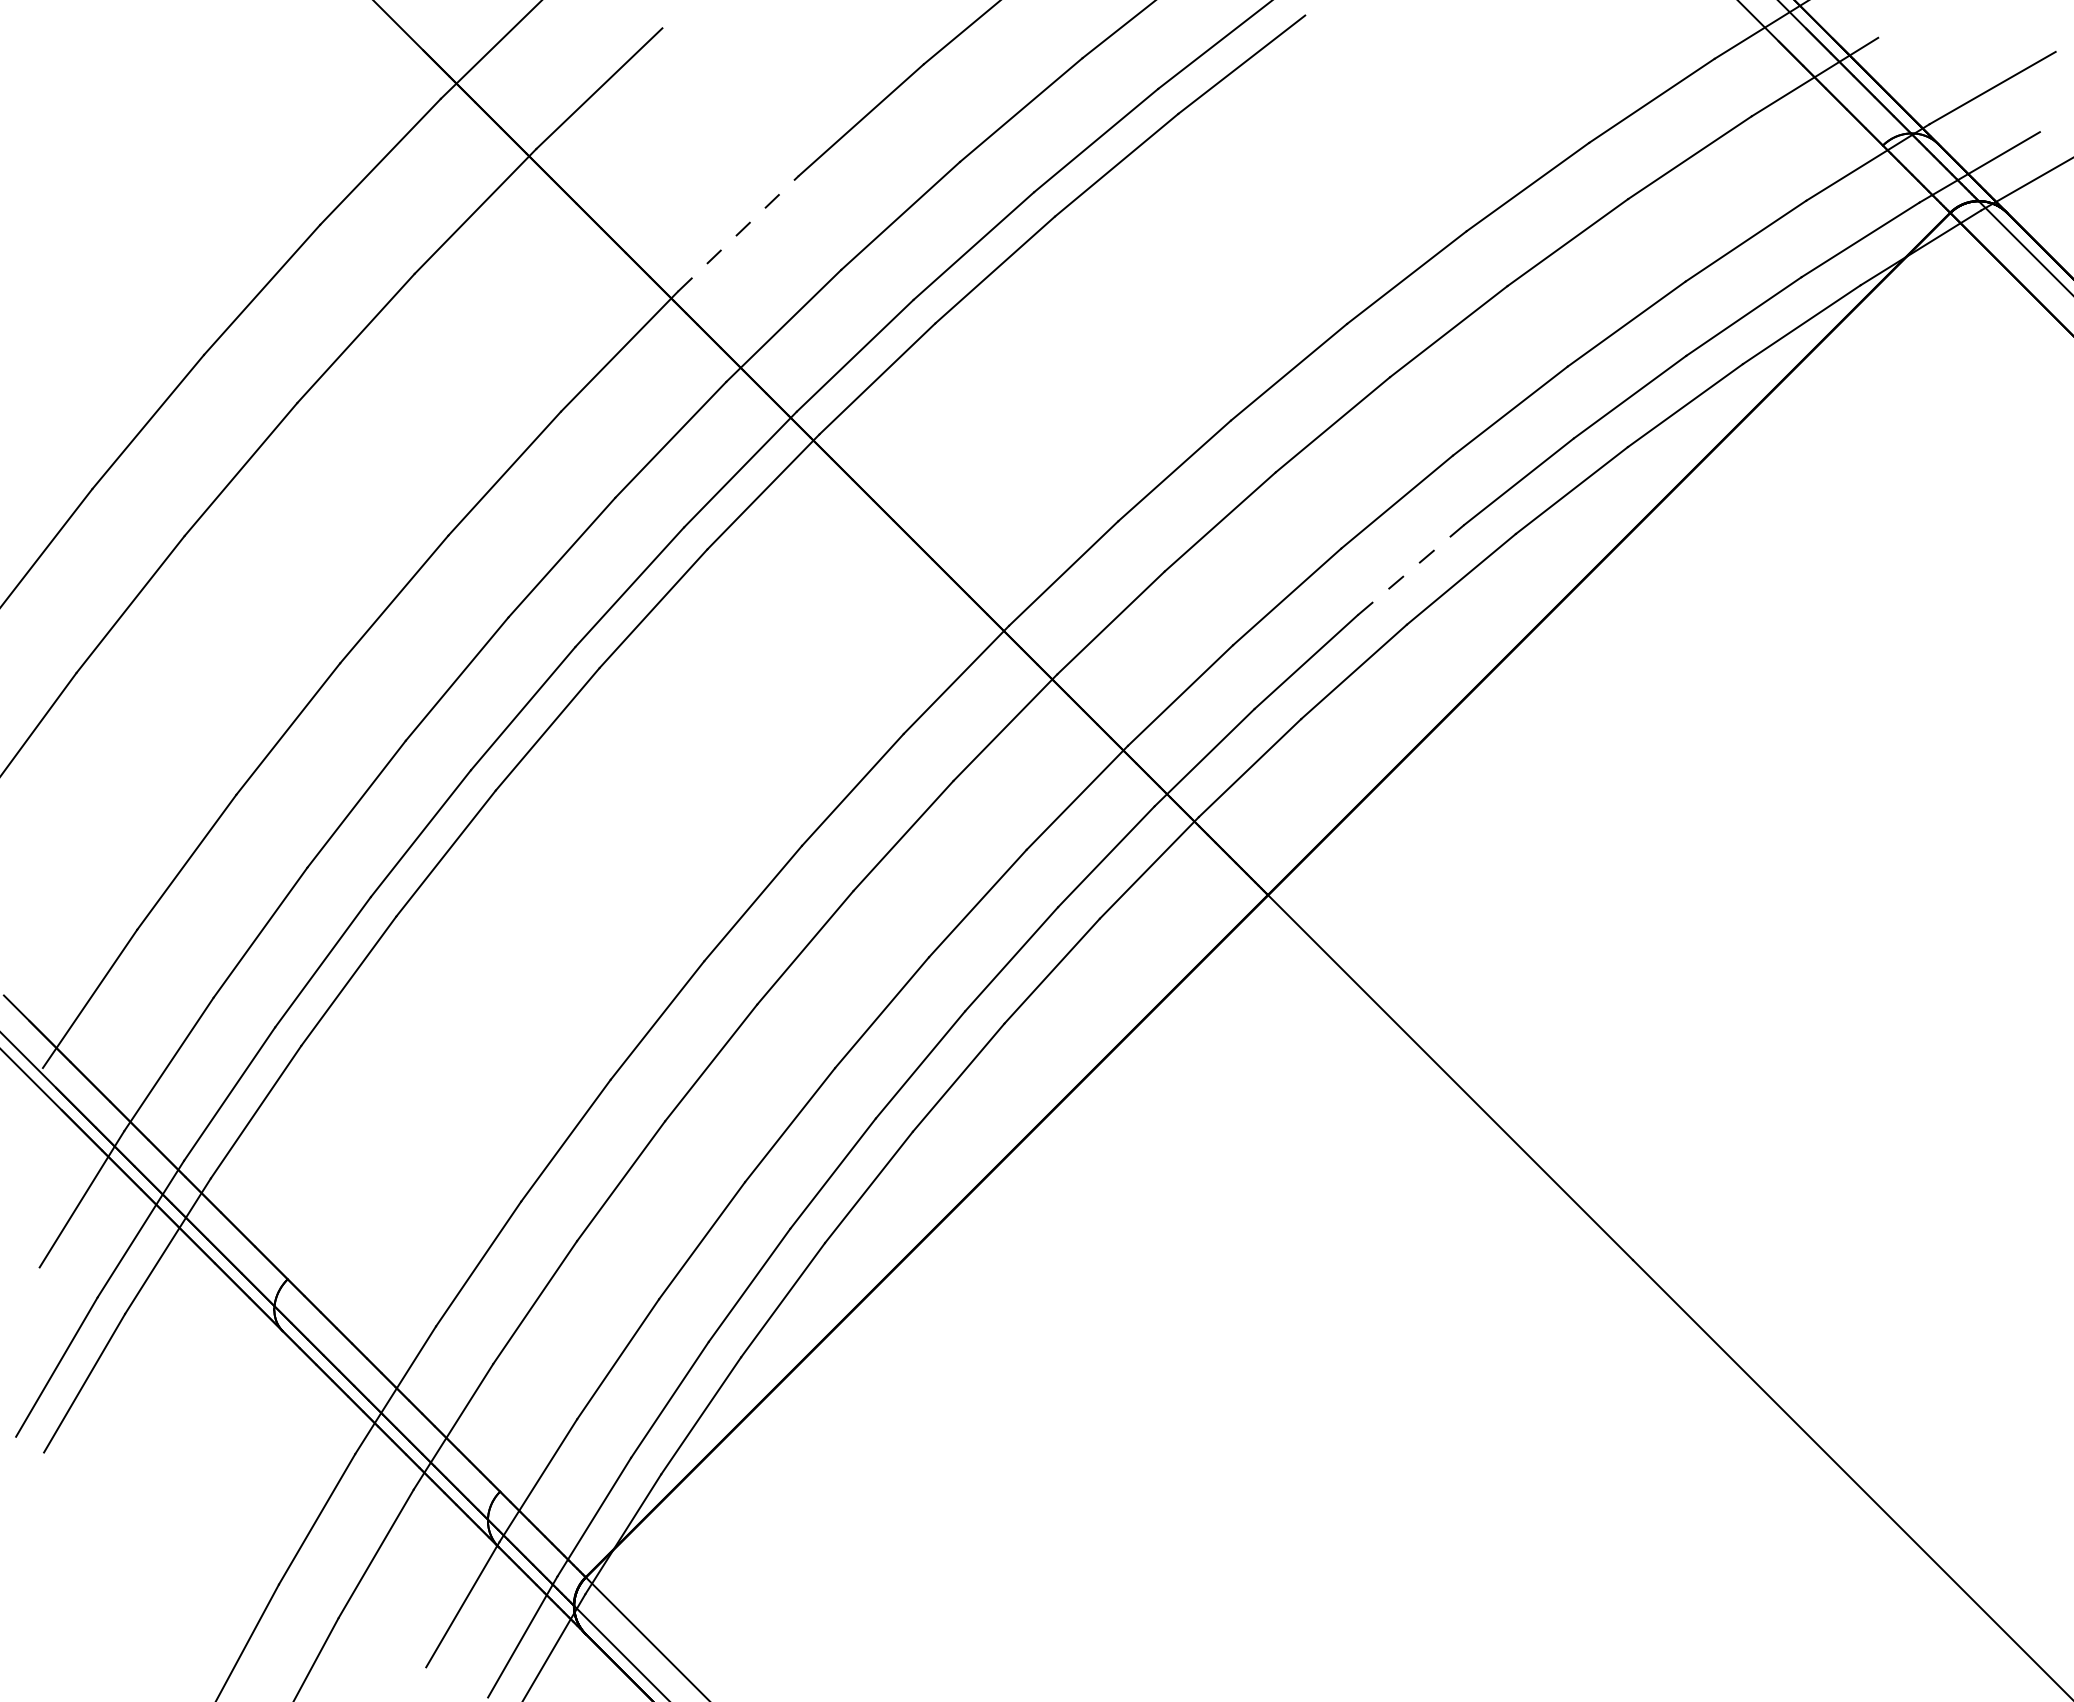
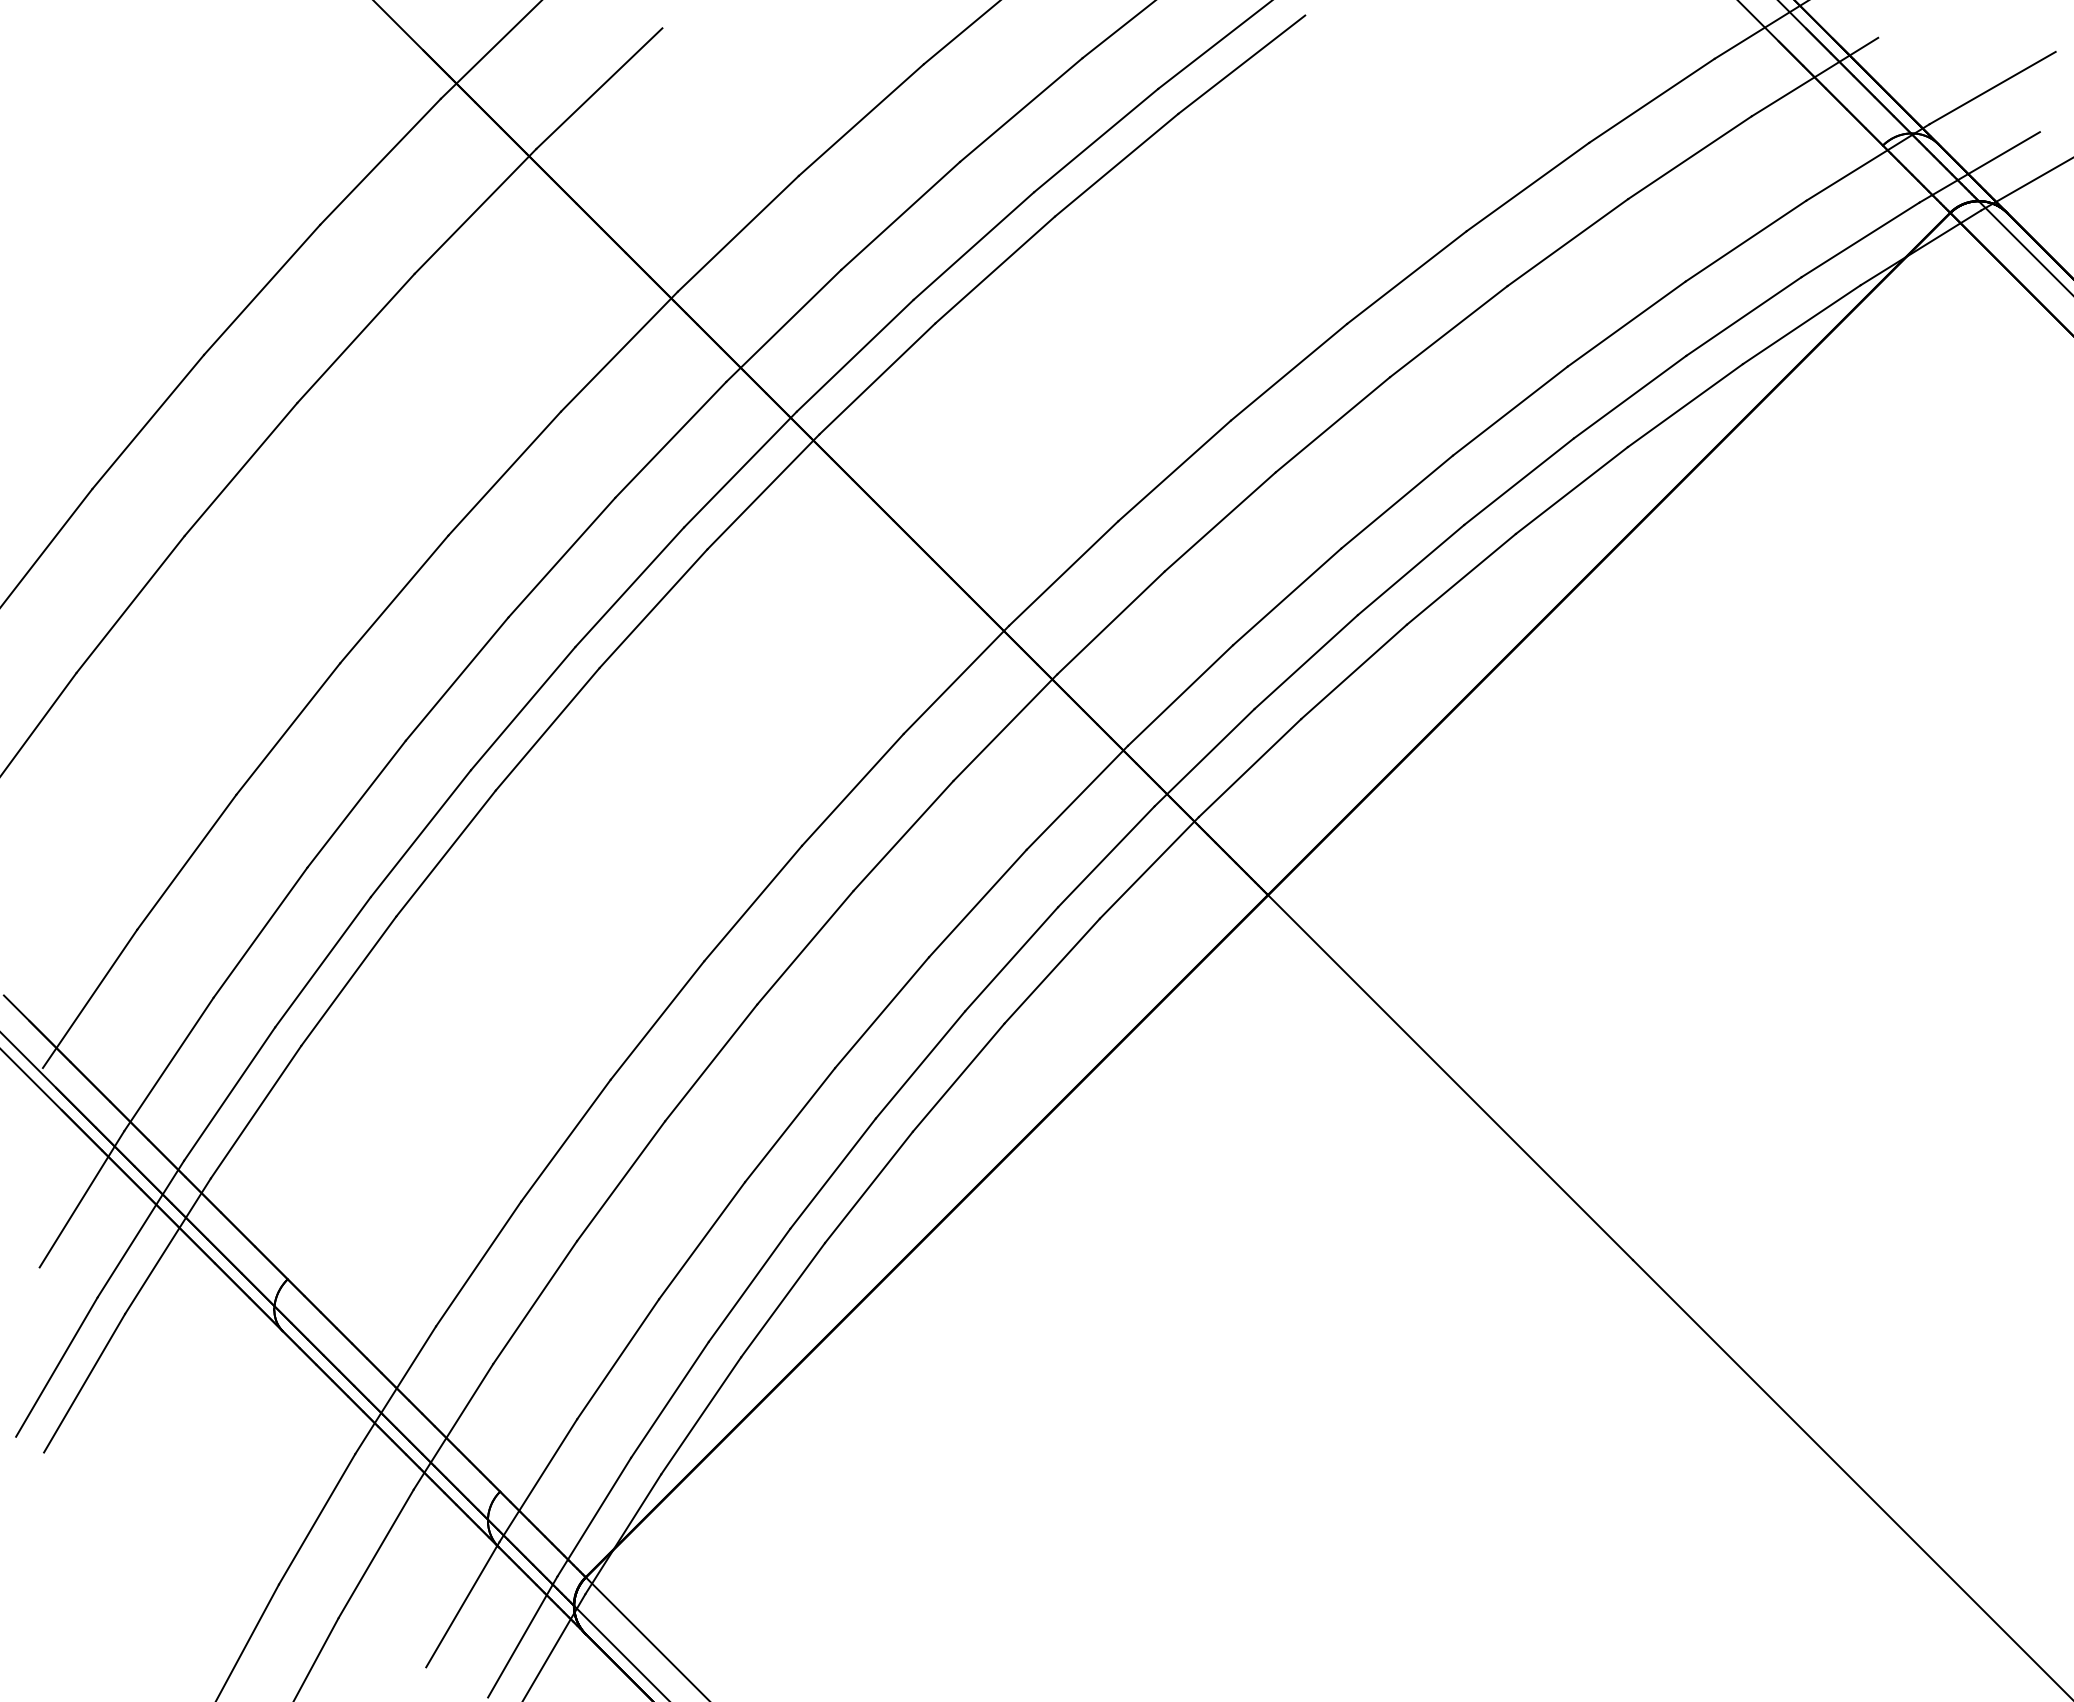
line at (738, 233): dashed -> solid
line at (1411, 570): dashed -> solid
